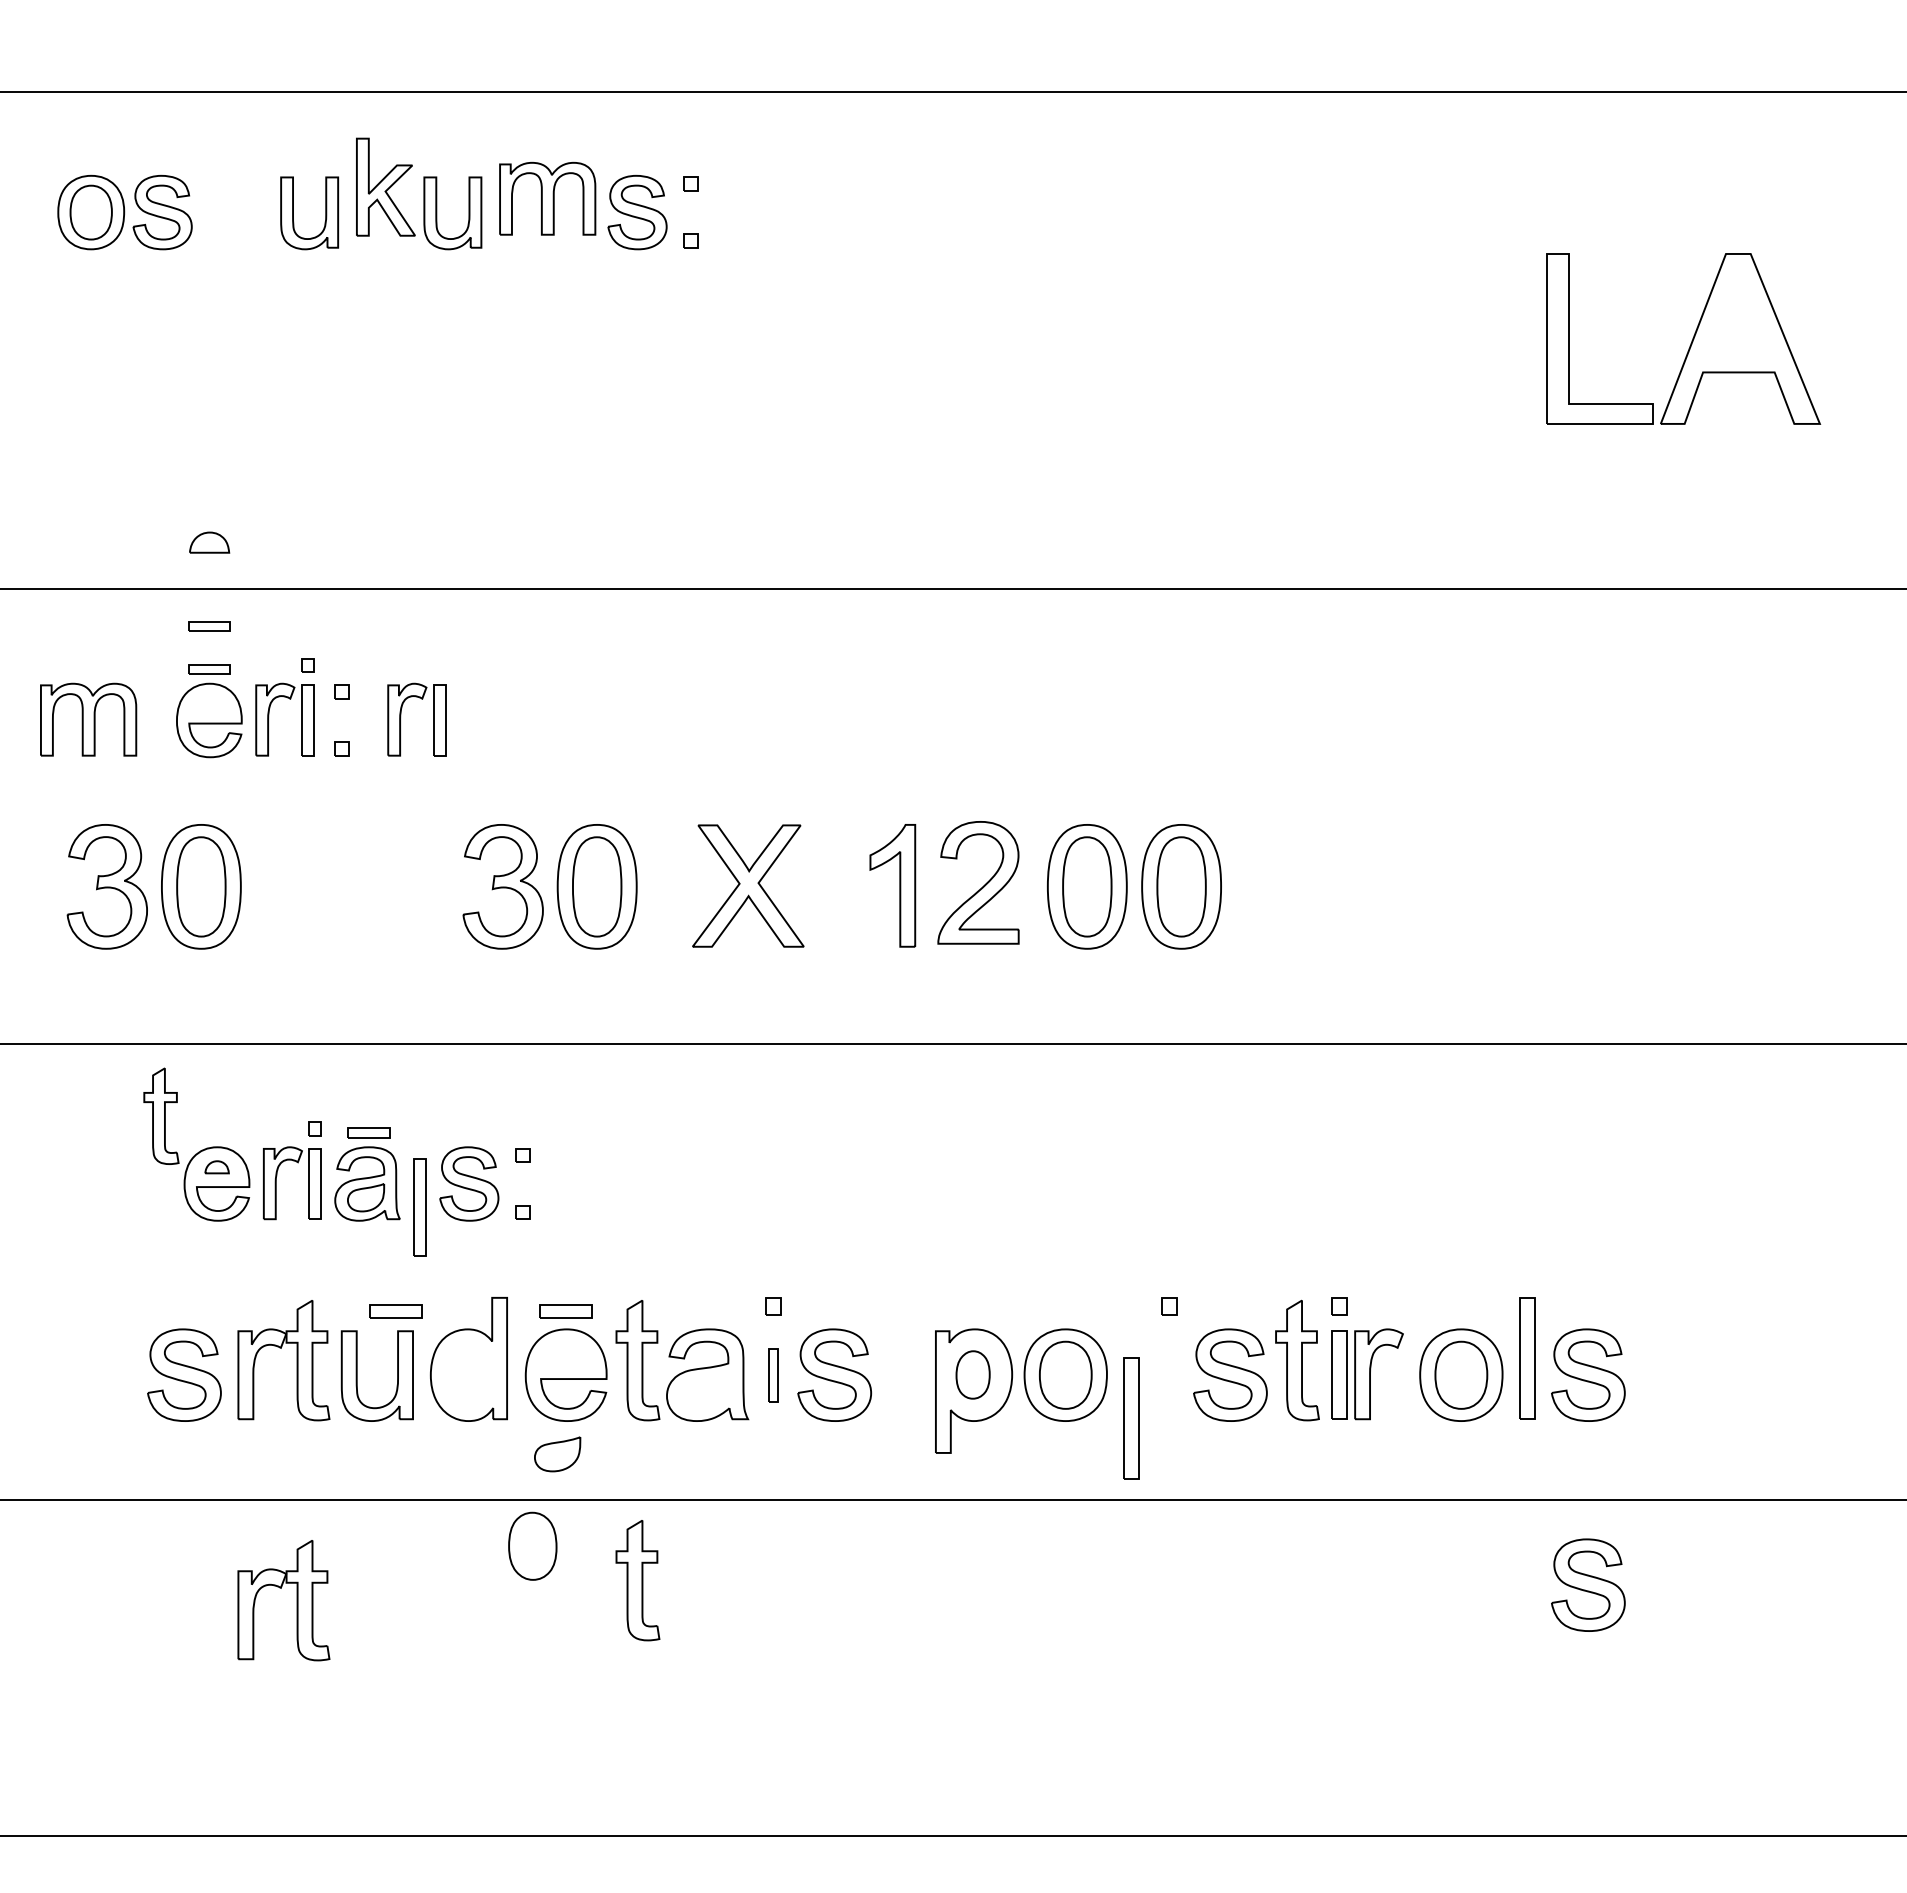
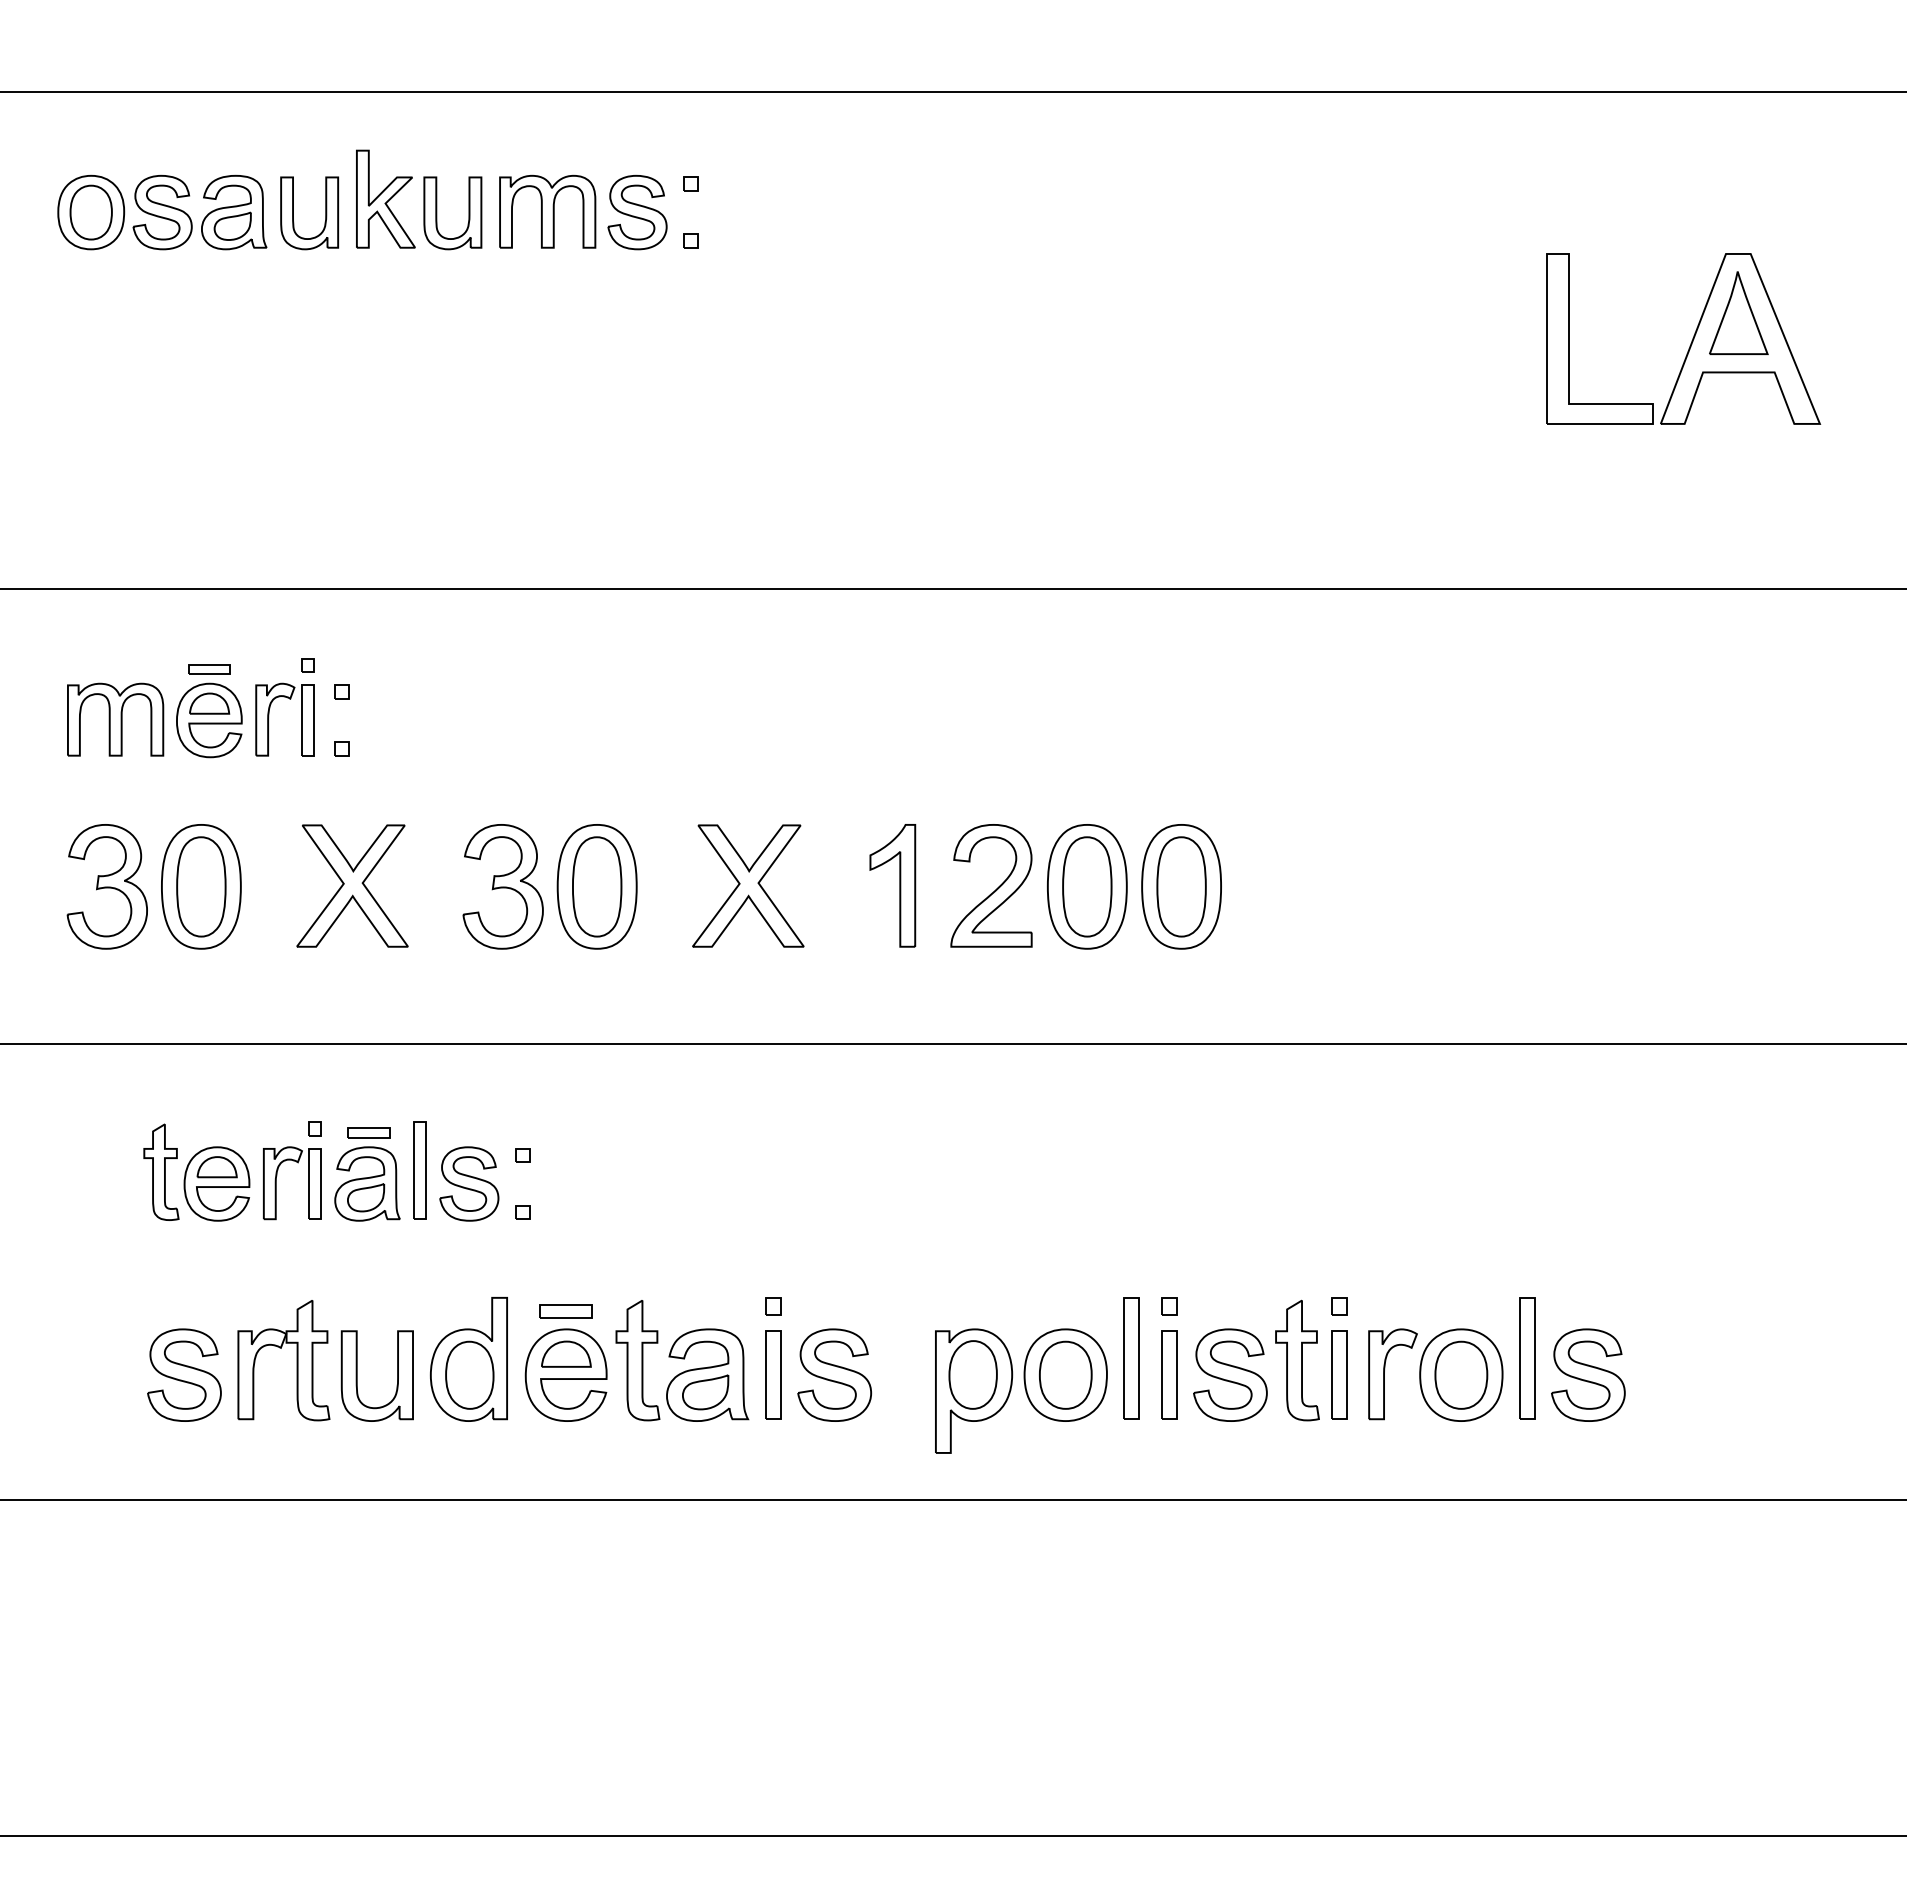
part at (385, 186) position: (385, 186) -> (385, 198)
part at (547, 198) position: (547, 198) -> (547, 211)
part at (234, 212): none -> present
part at (1738, 312): none -> present
part at (209, 542) position: (209, 542) -> (209, 703)
part at (209, 626): present -> none
part at (401, 718): present -> none
part at (88, 719) position: (88, 719) -> (115, 719)
part at (978, 882) position: (978, 882) -> (991, 885)
part at (352, 885): none -> present
part at (161, 1115) position: (161, 1115) -> (161, 1171)
part at (216, 1167) size: 26x15 px -> 42x23 px
part at (419, 1207) position: (419, 1207) -> (419, 1170)
part at (395, 1311): present -> none
part at (566, 1353): none -> present
part at (972, 1374) size: 36x50 px -> 50x70 px
part at (1169, 1374): none -> present
part at (1370, 1374) position: (1370, 1374) -> (1384, 1374)
part at (773, 1375) size: 11x55 px -> 17x90 px
part at (1131, 1418) position: (1131, 1418) -> (1131, 1358)
part at (557, 1454) position: (557, 1454) -> (705, 1392)
part at (532, 1545) position: (532, 1545) -> (469, 1374)
part at (637, 1580): present -> none
part at (1588, 1584): present -> none
part at (281, 1588): present -> none
